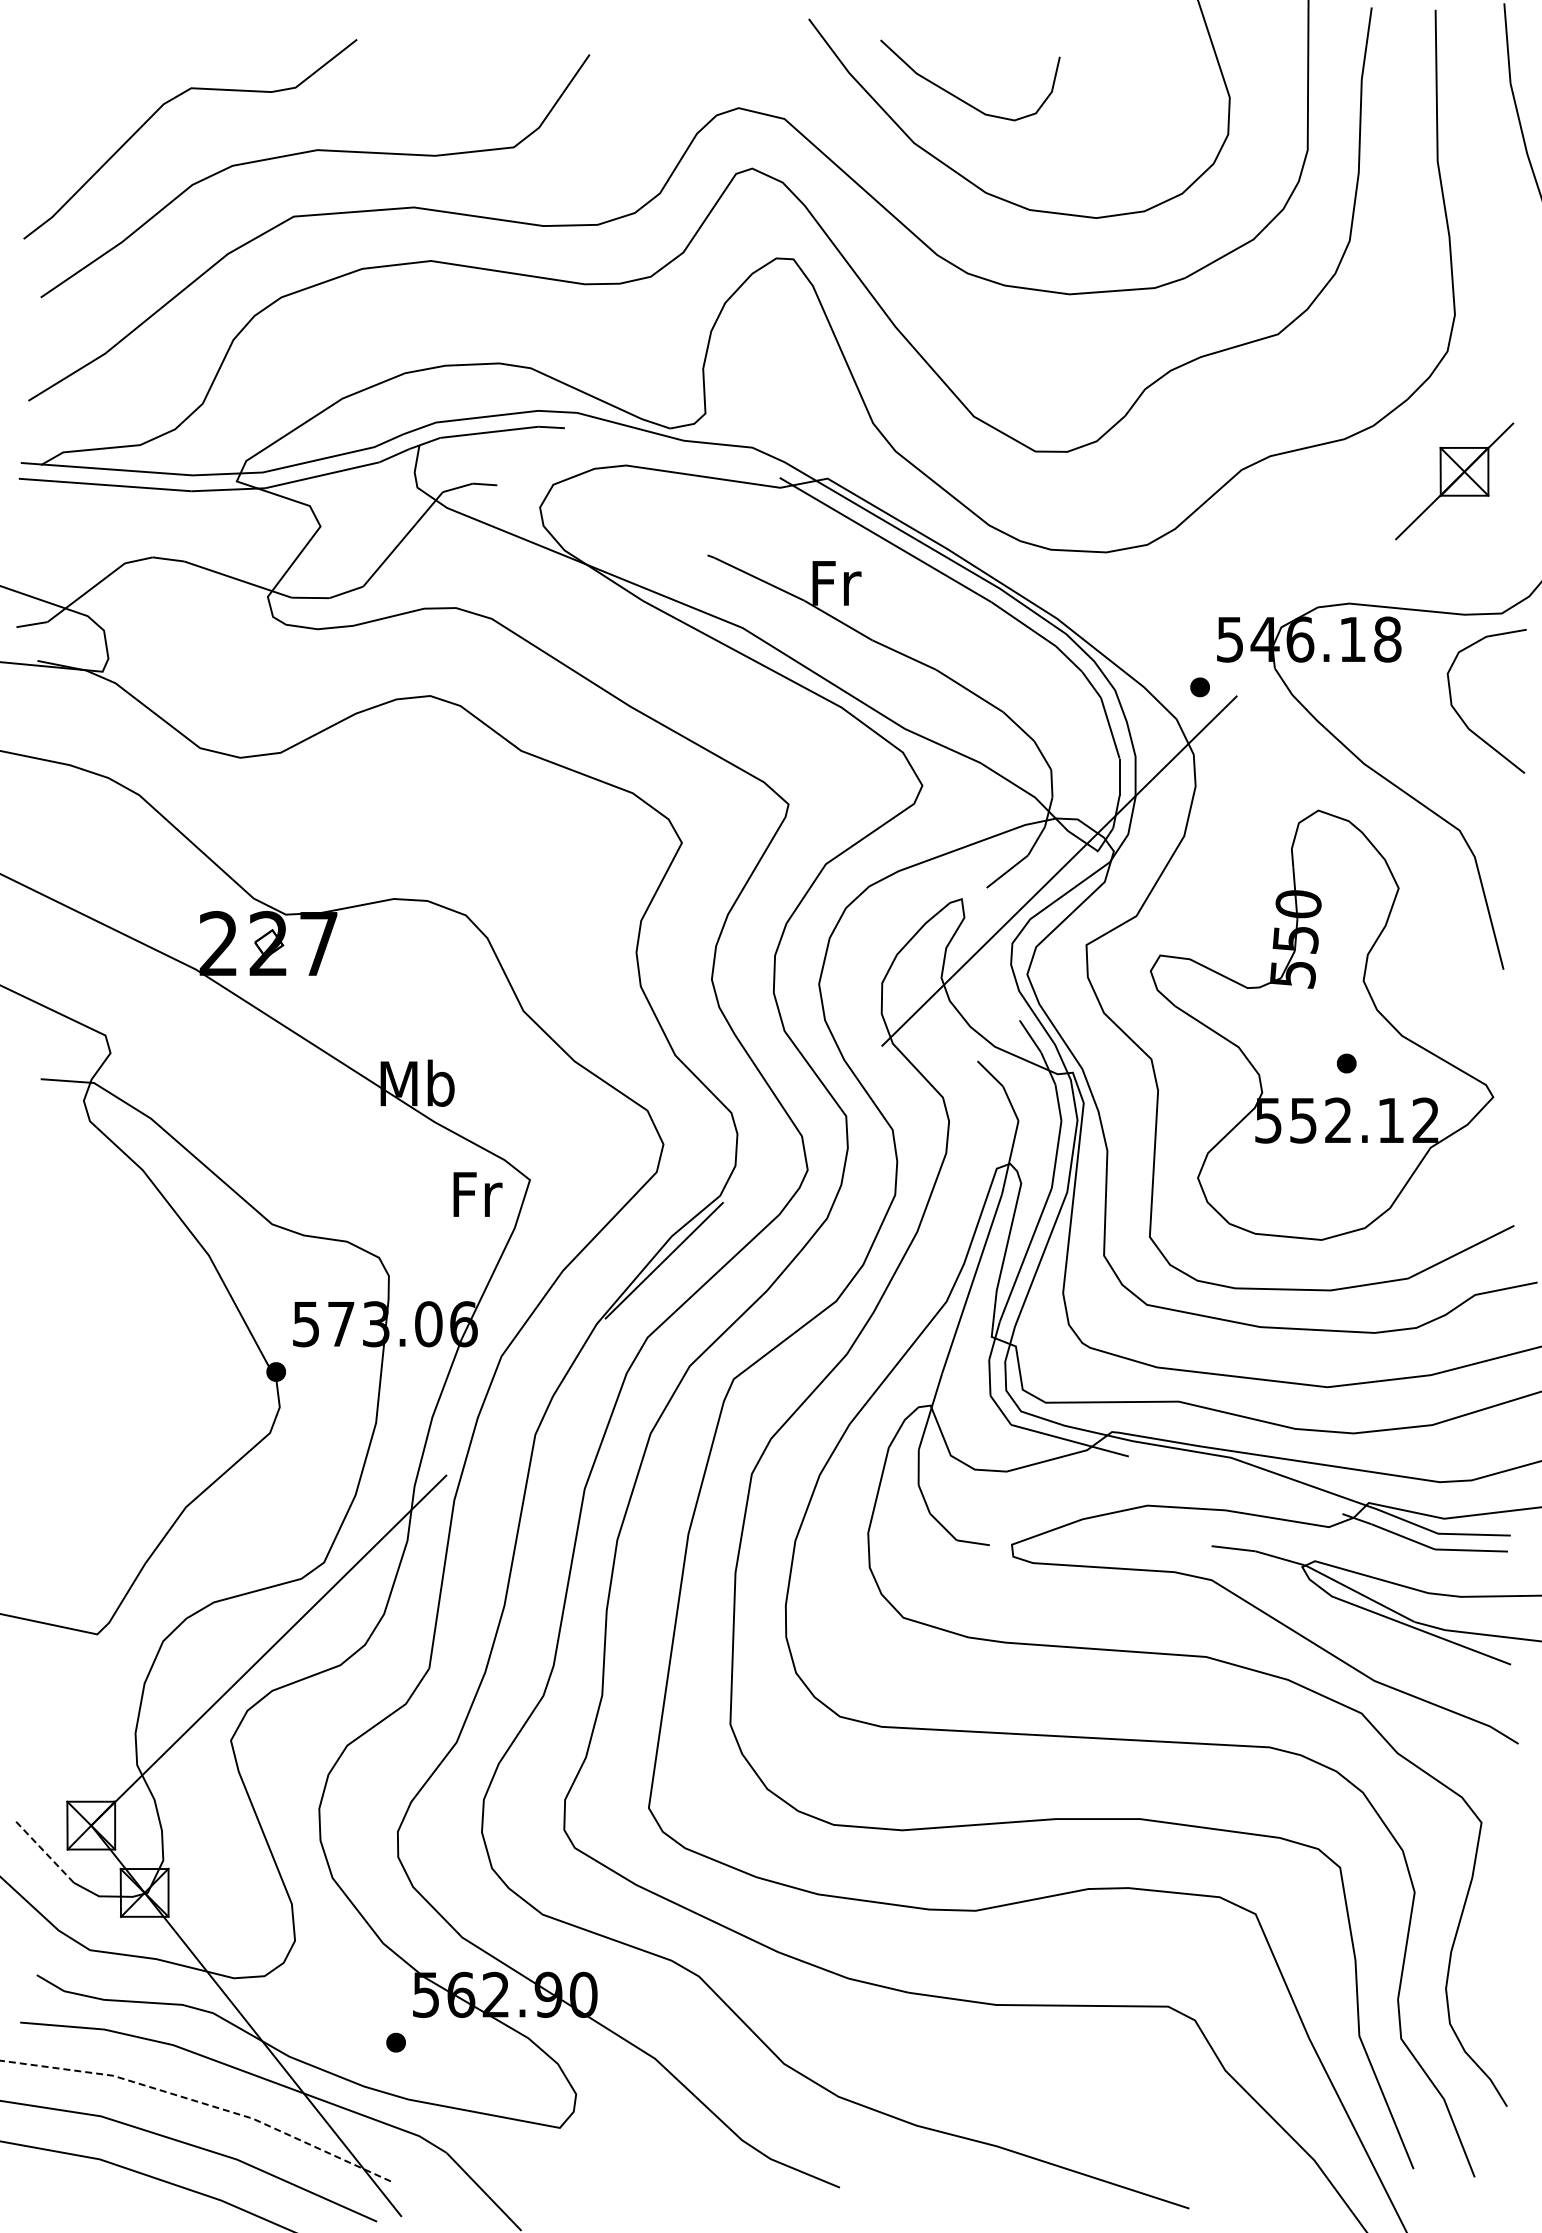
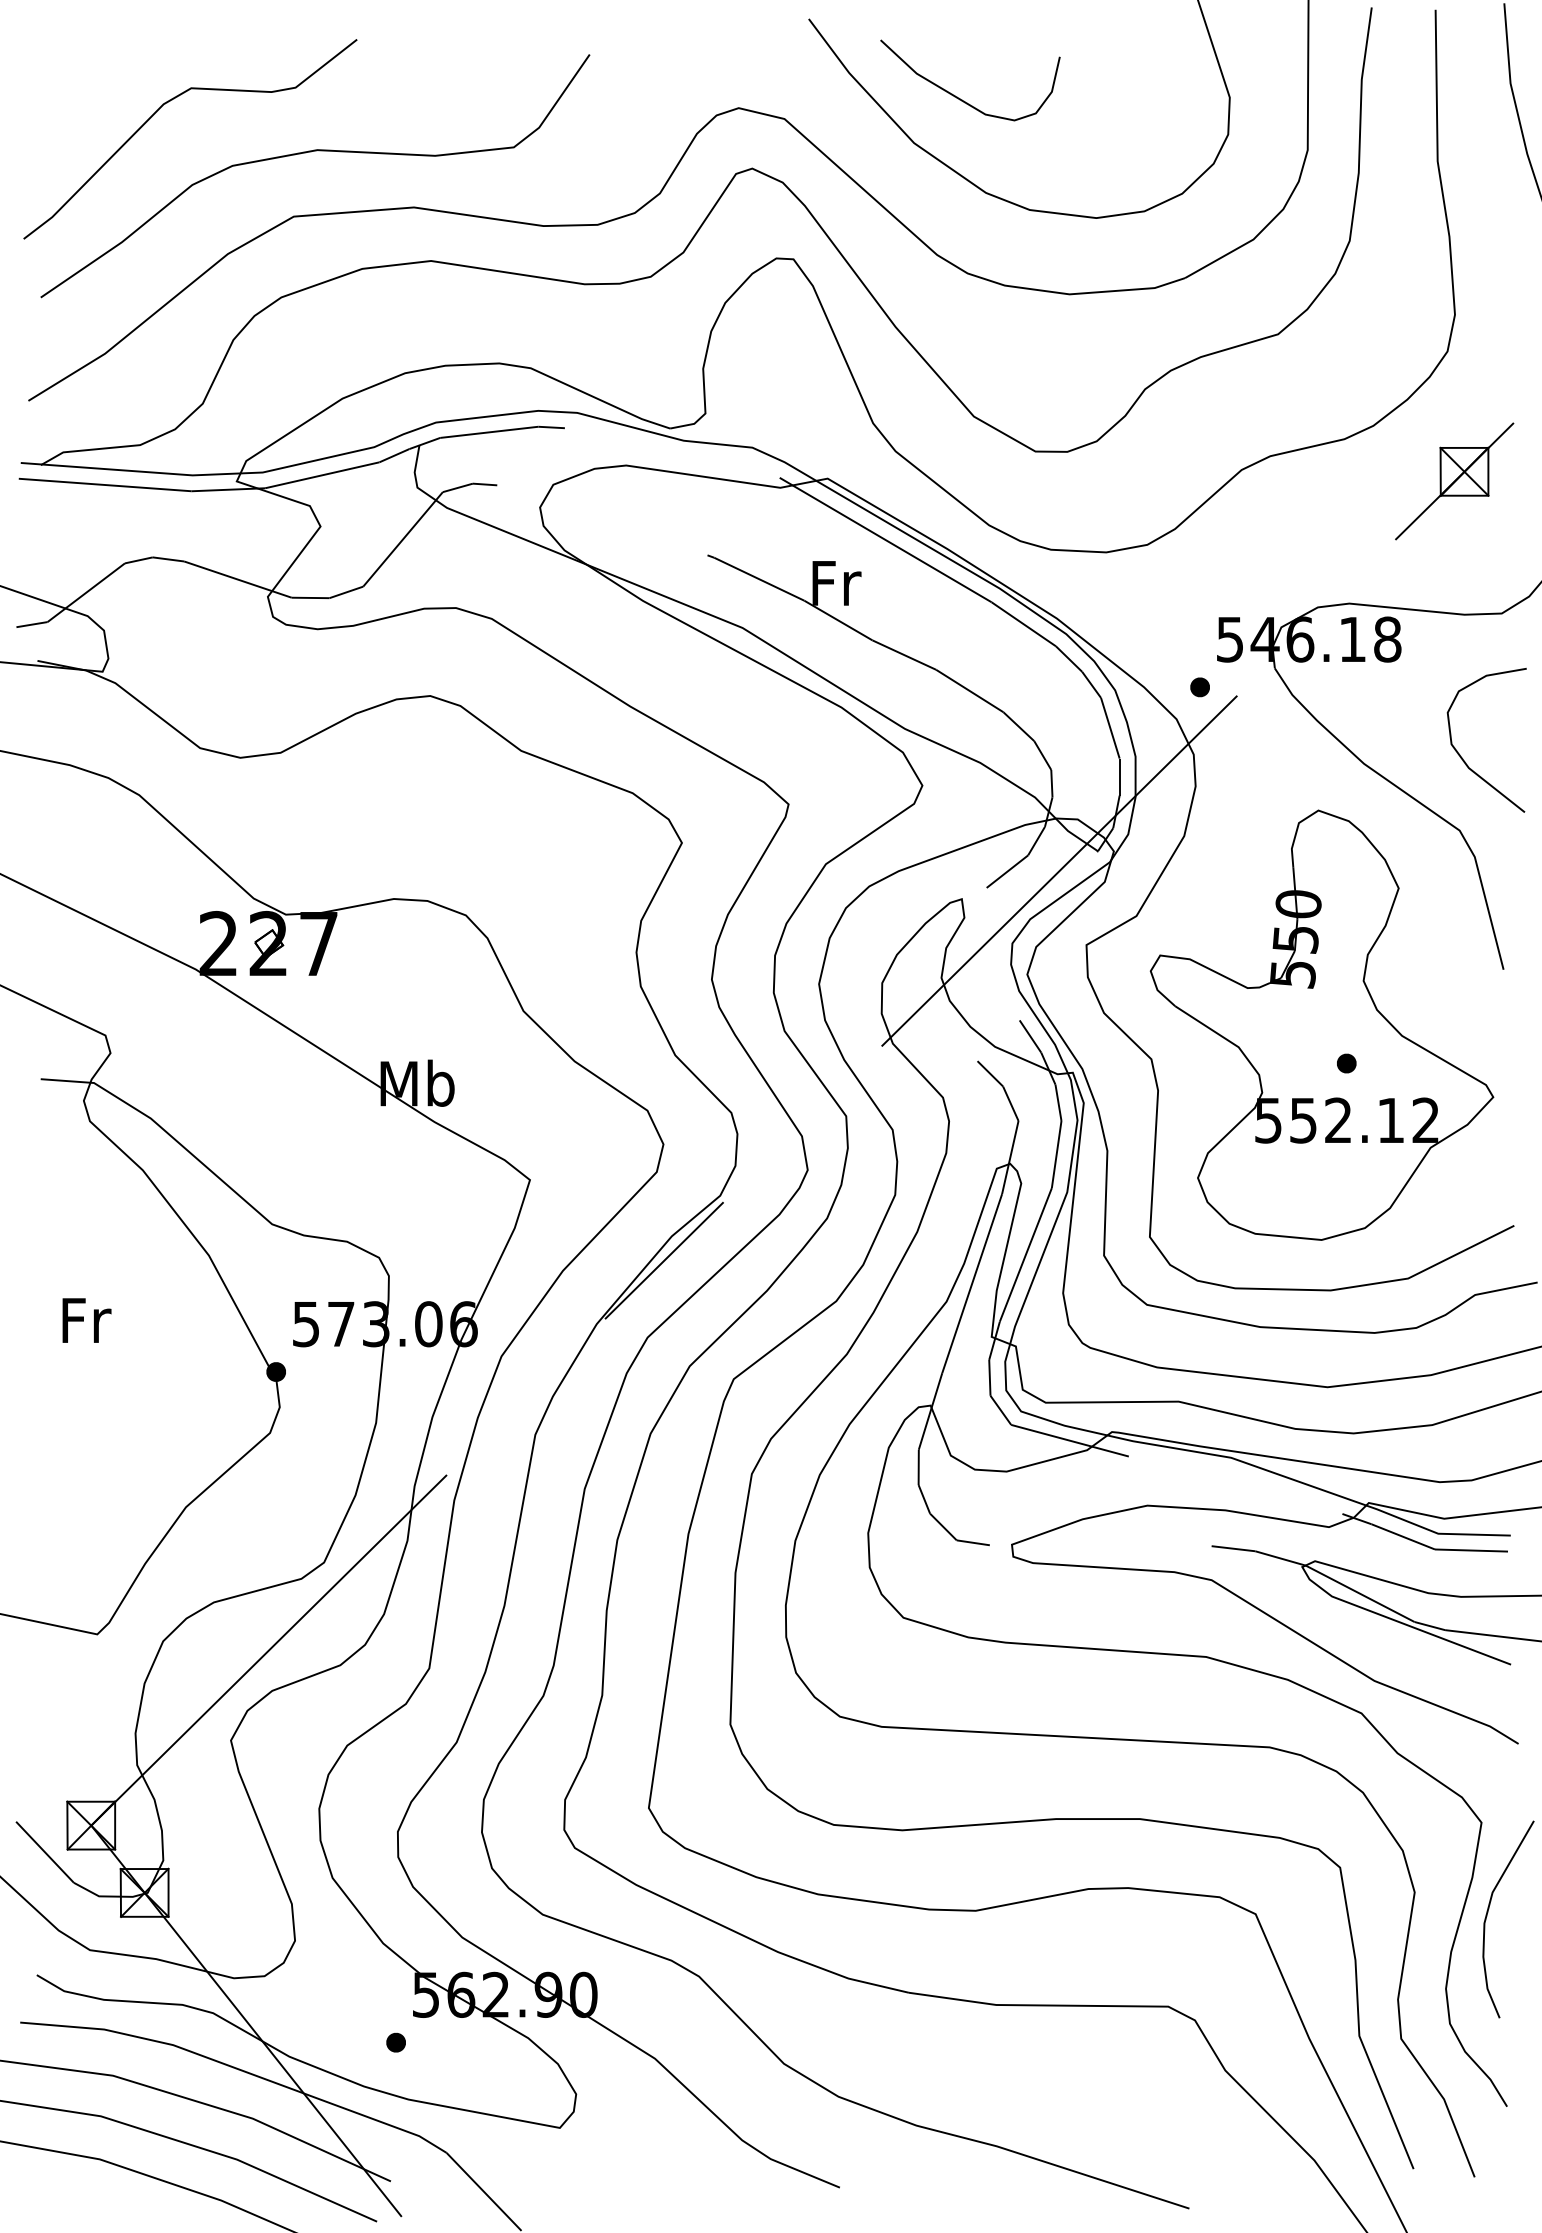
curve at (1463, 719) position: (1463, 719) -> (1463, 758)
text at (477, 1194) position: (477, 1194) -> (86, 1320)
line at (44, 1851): dashed -> solid
curve at (1488, 1912): none -> present
line at (200, 2102): dashed -> solid
